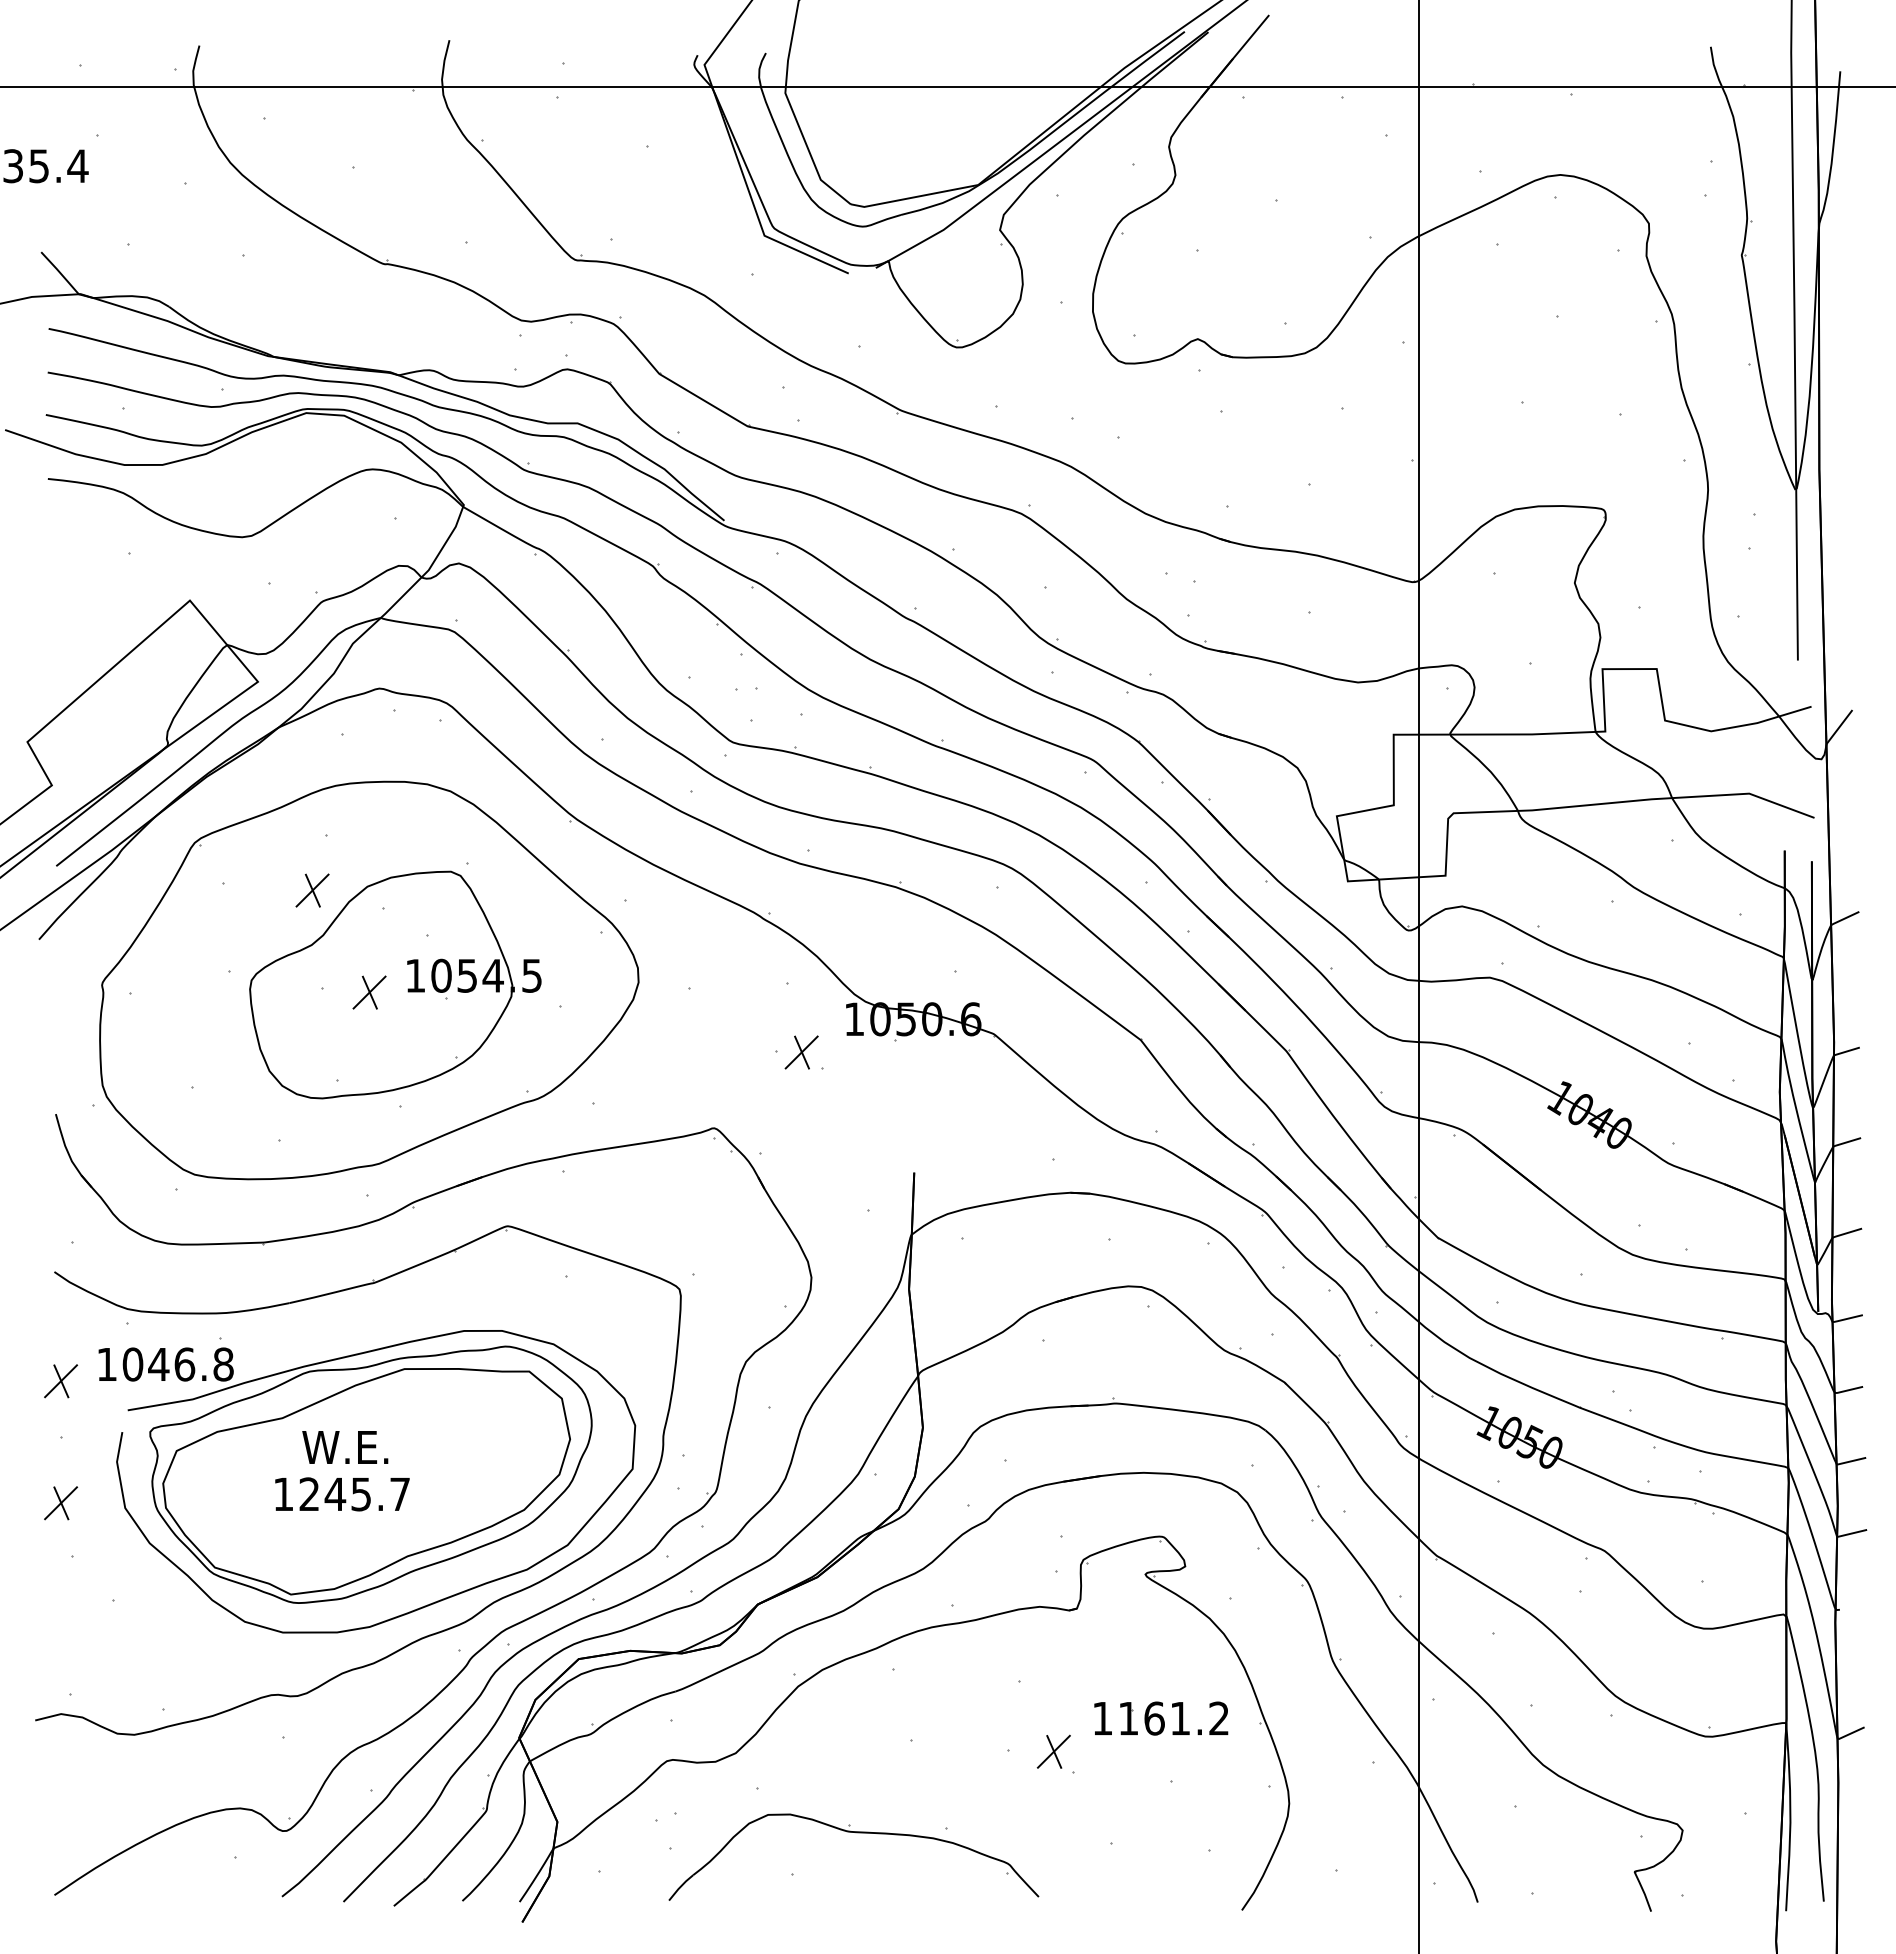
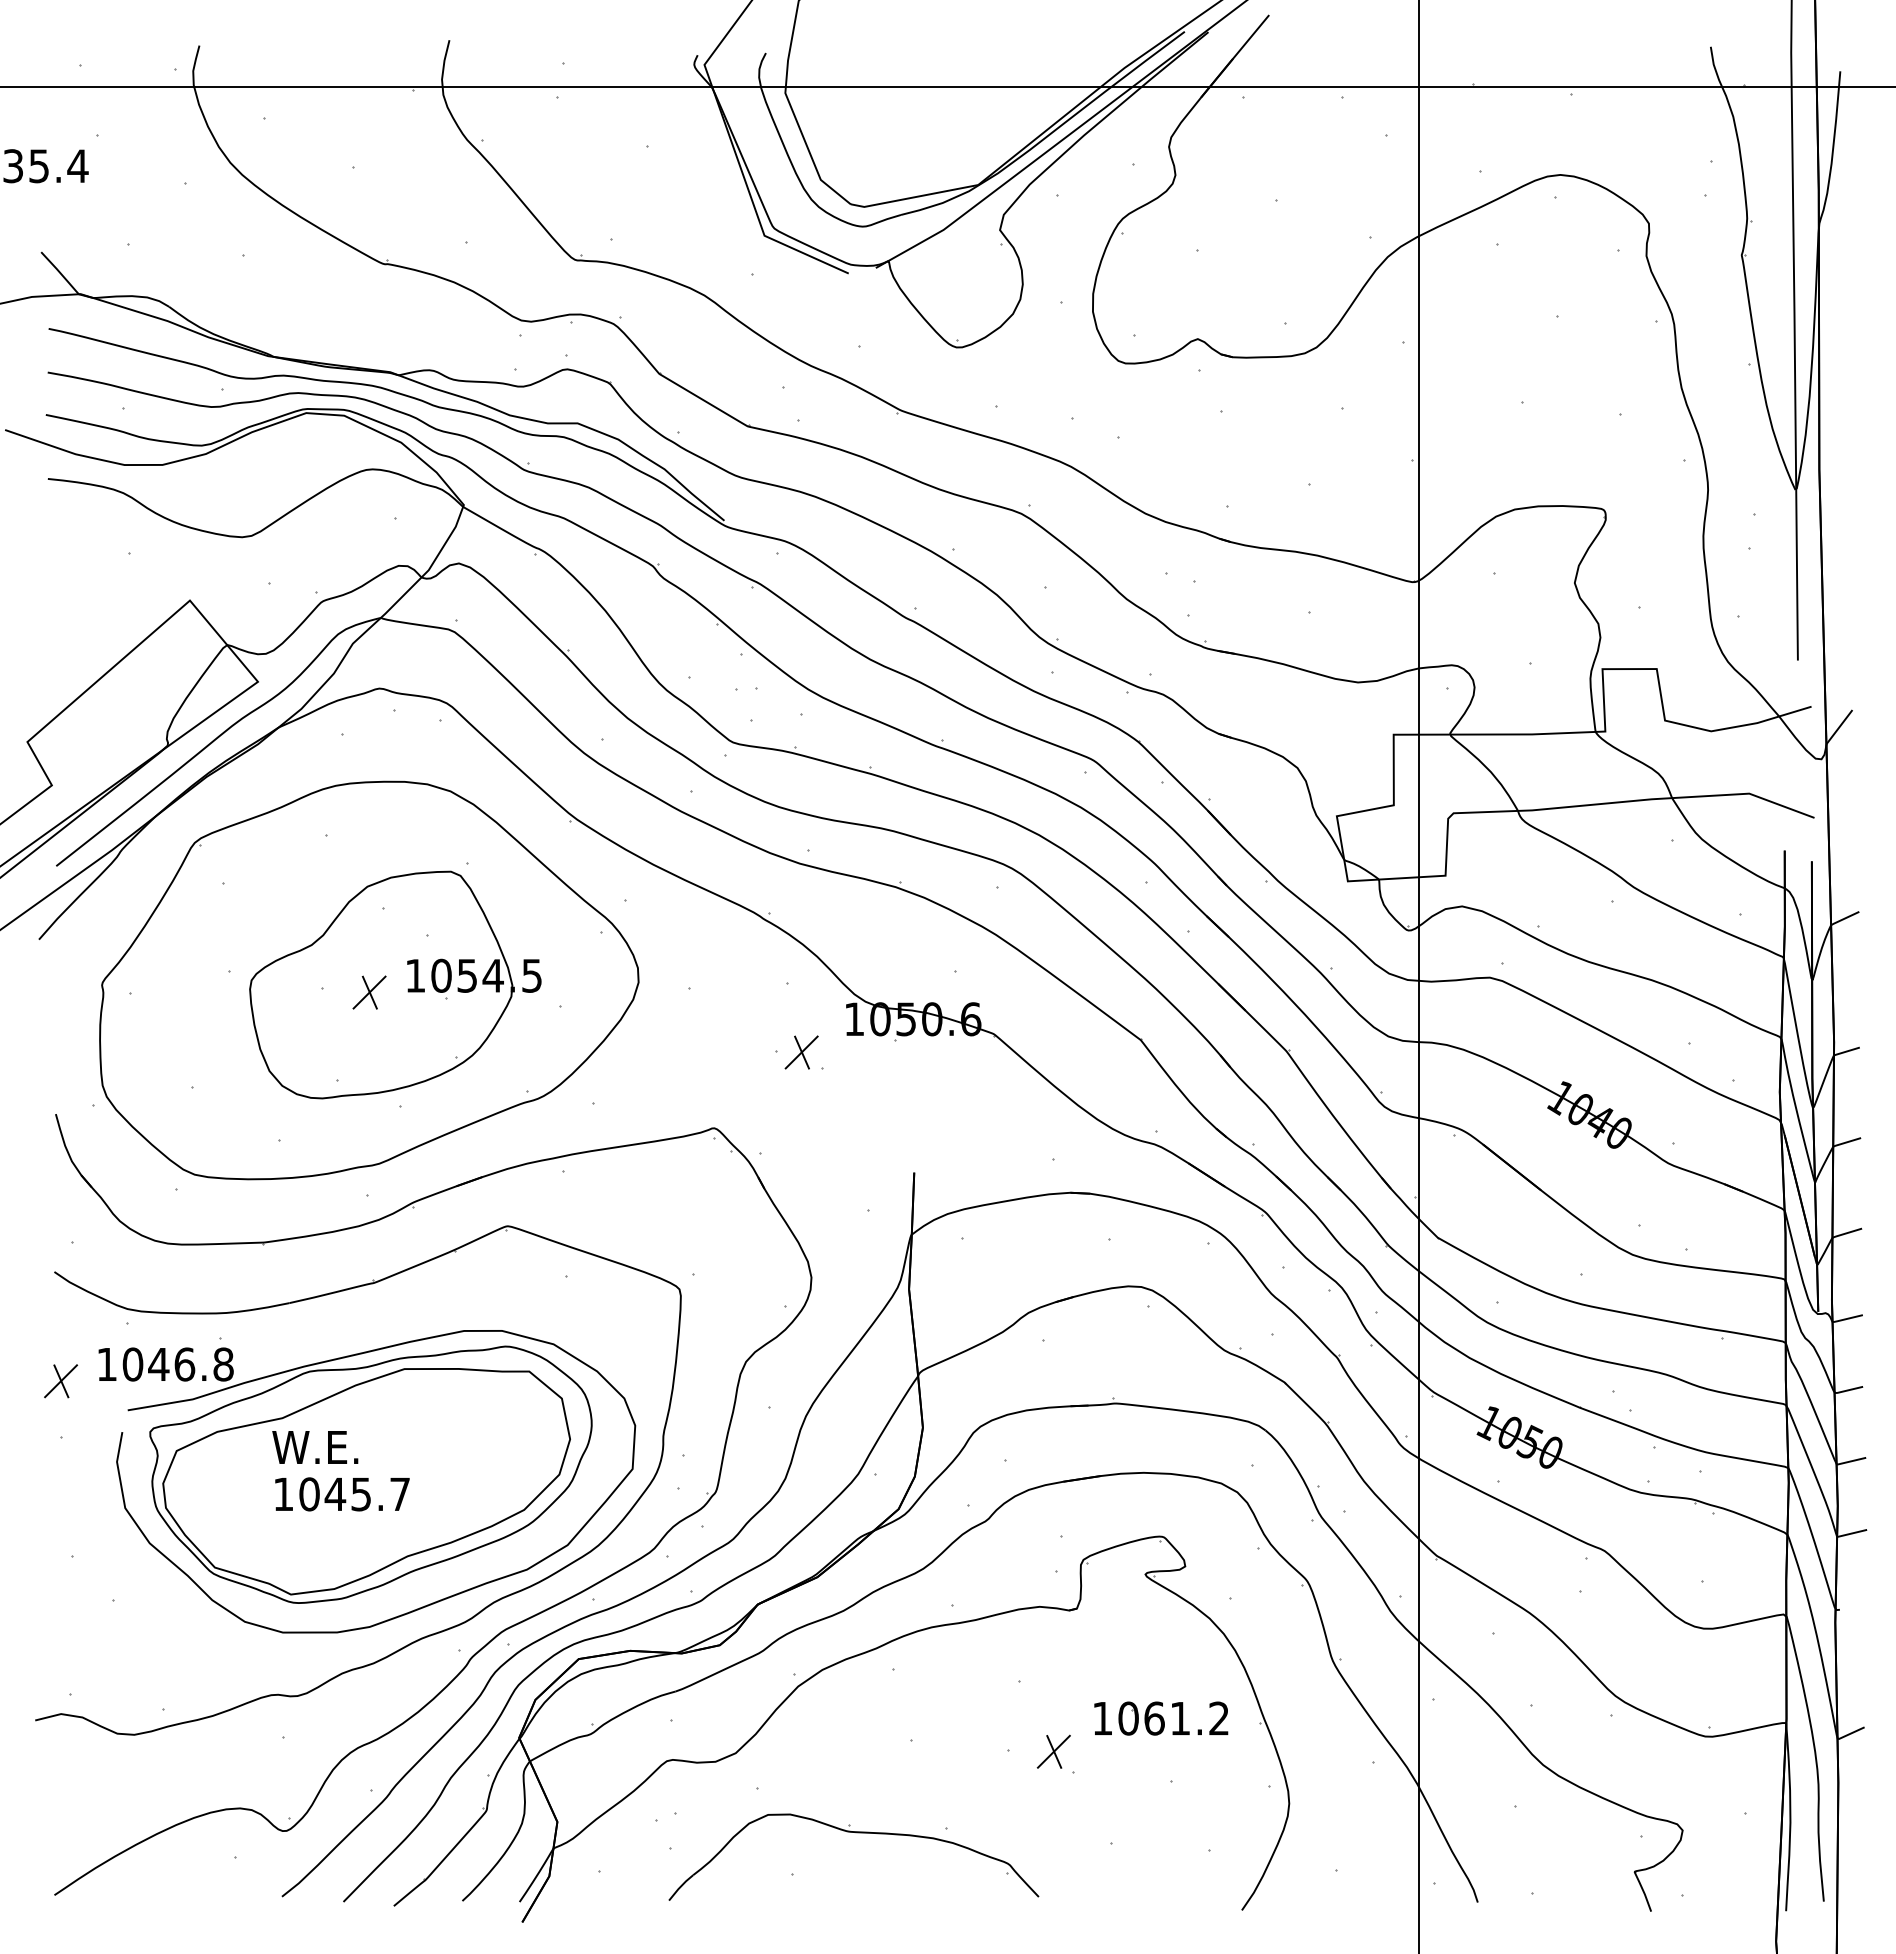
part at (312, 890): present -> none
text at (345, 1447) position: (345, 1447) -> (315, 1447)
text at (309, 1494): 1245.7 -> 1045.7
part at (61, 1503): present -> none
text at (1128, 1718): 1161.2 -> 1061.2
